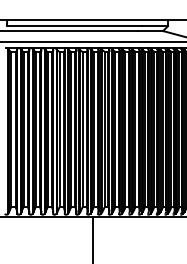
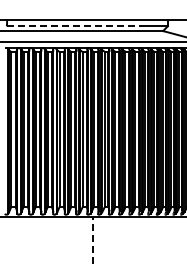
line at (74, 26): solid -> dashed
line at (92, 239): solid -> dashed
